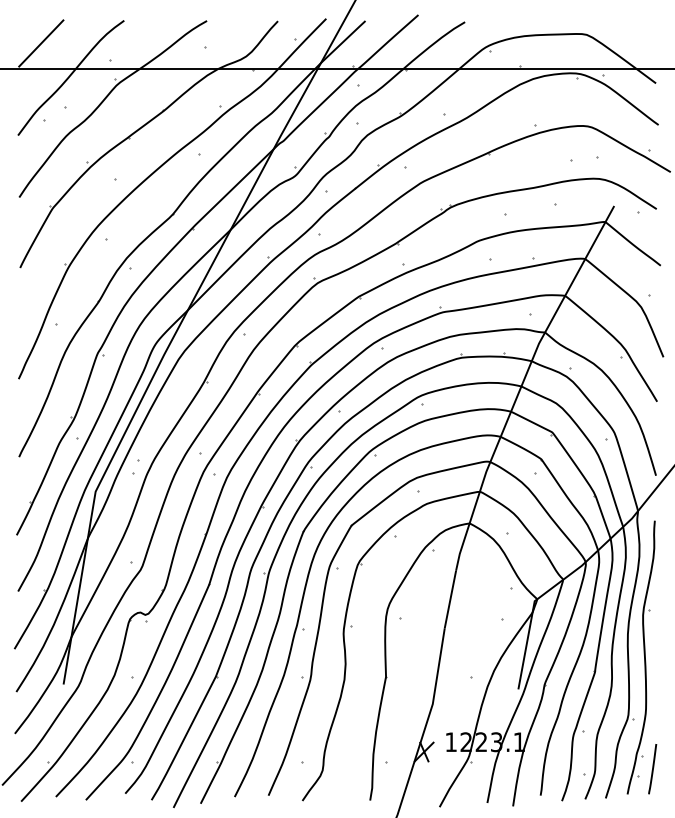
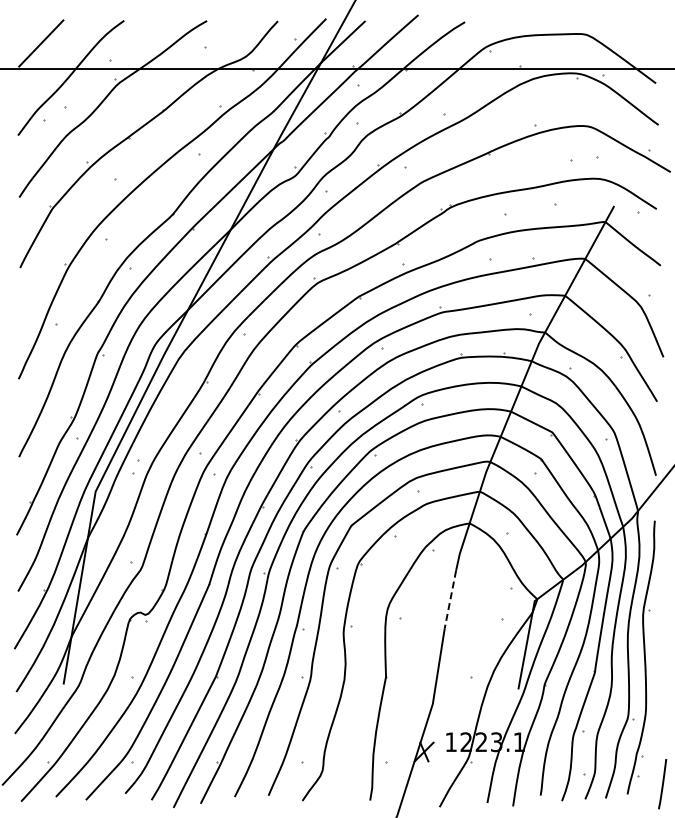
line at (450, 600): solid -> dashed
line at (652, 769) position: (652, 769) -> (662, 784)
